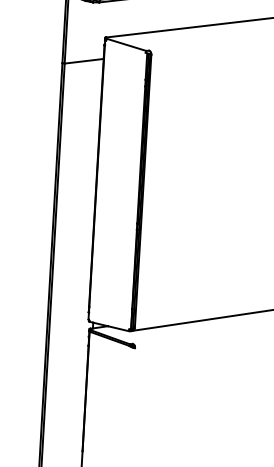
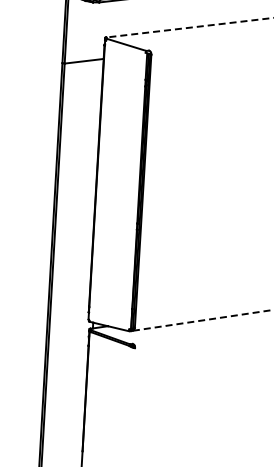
line at (189, 27): solid -> dashed
line at (201, 320): solid -> dashed
